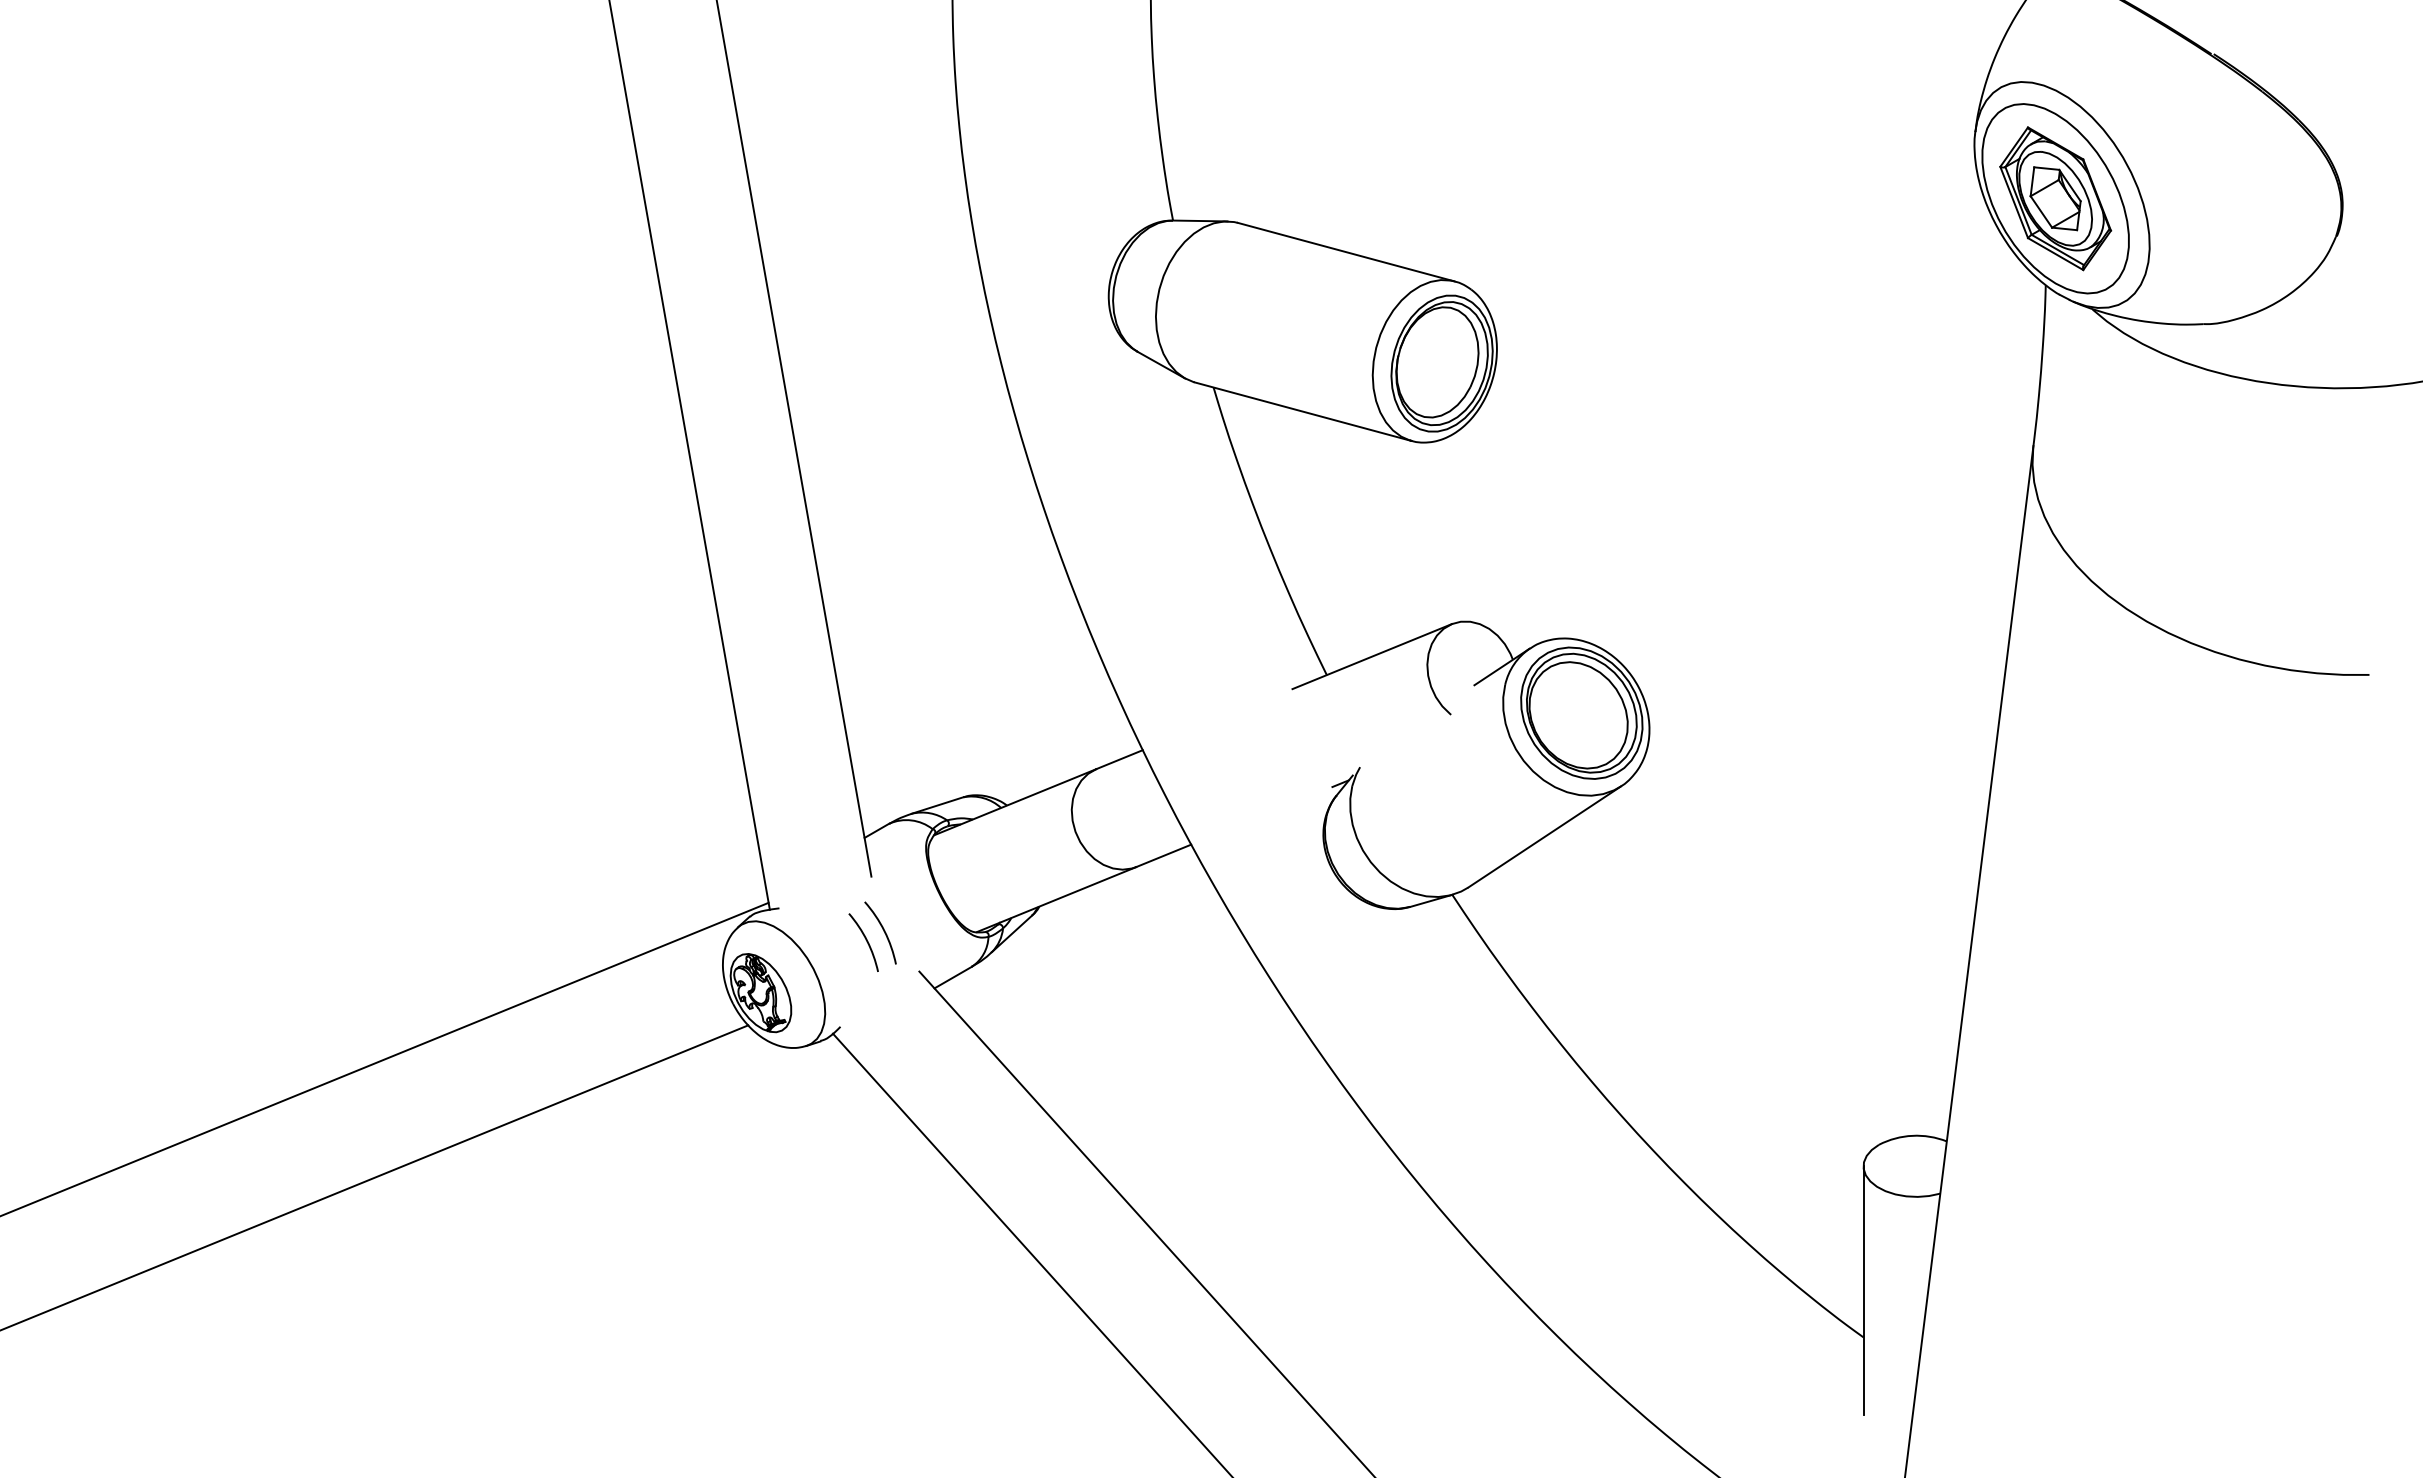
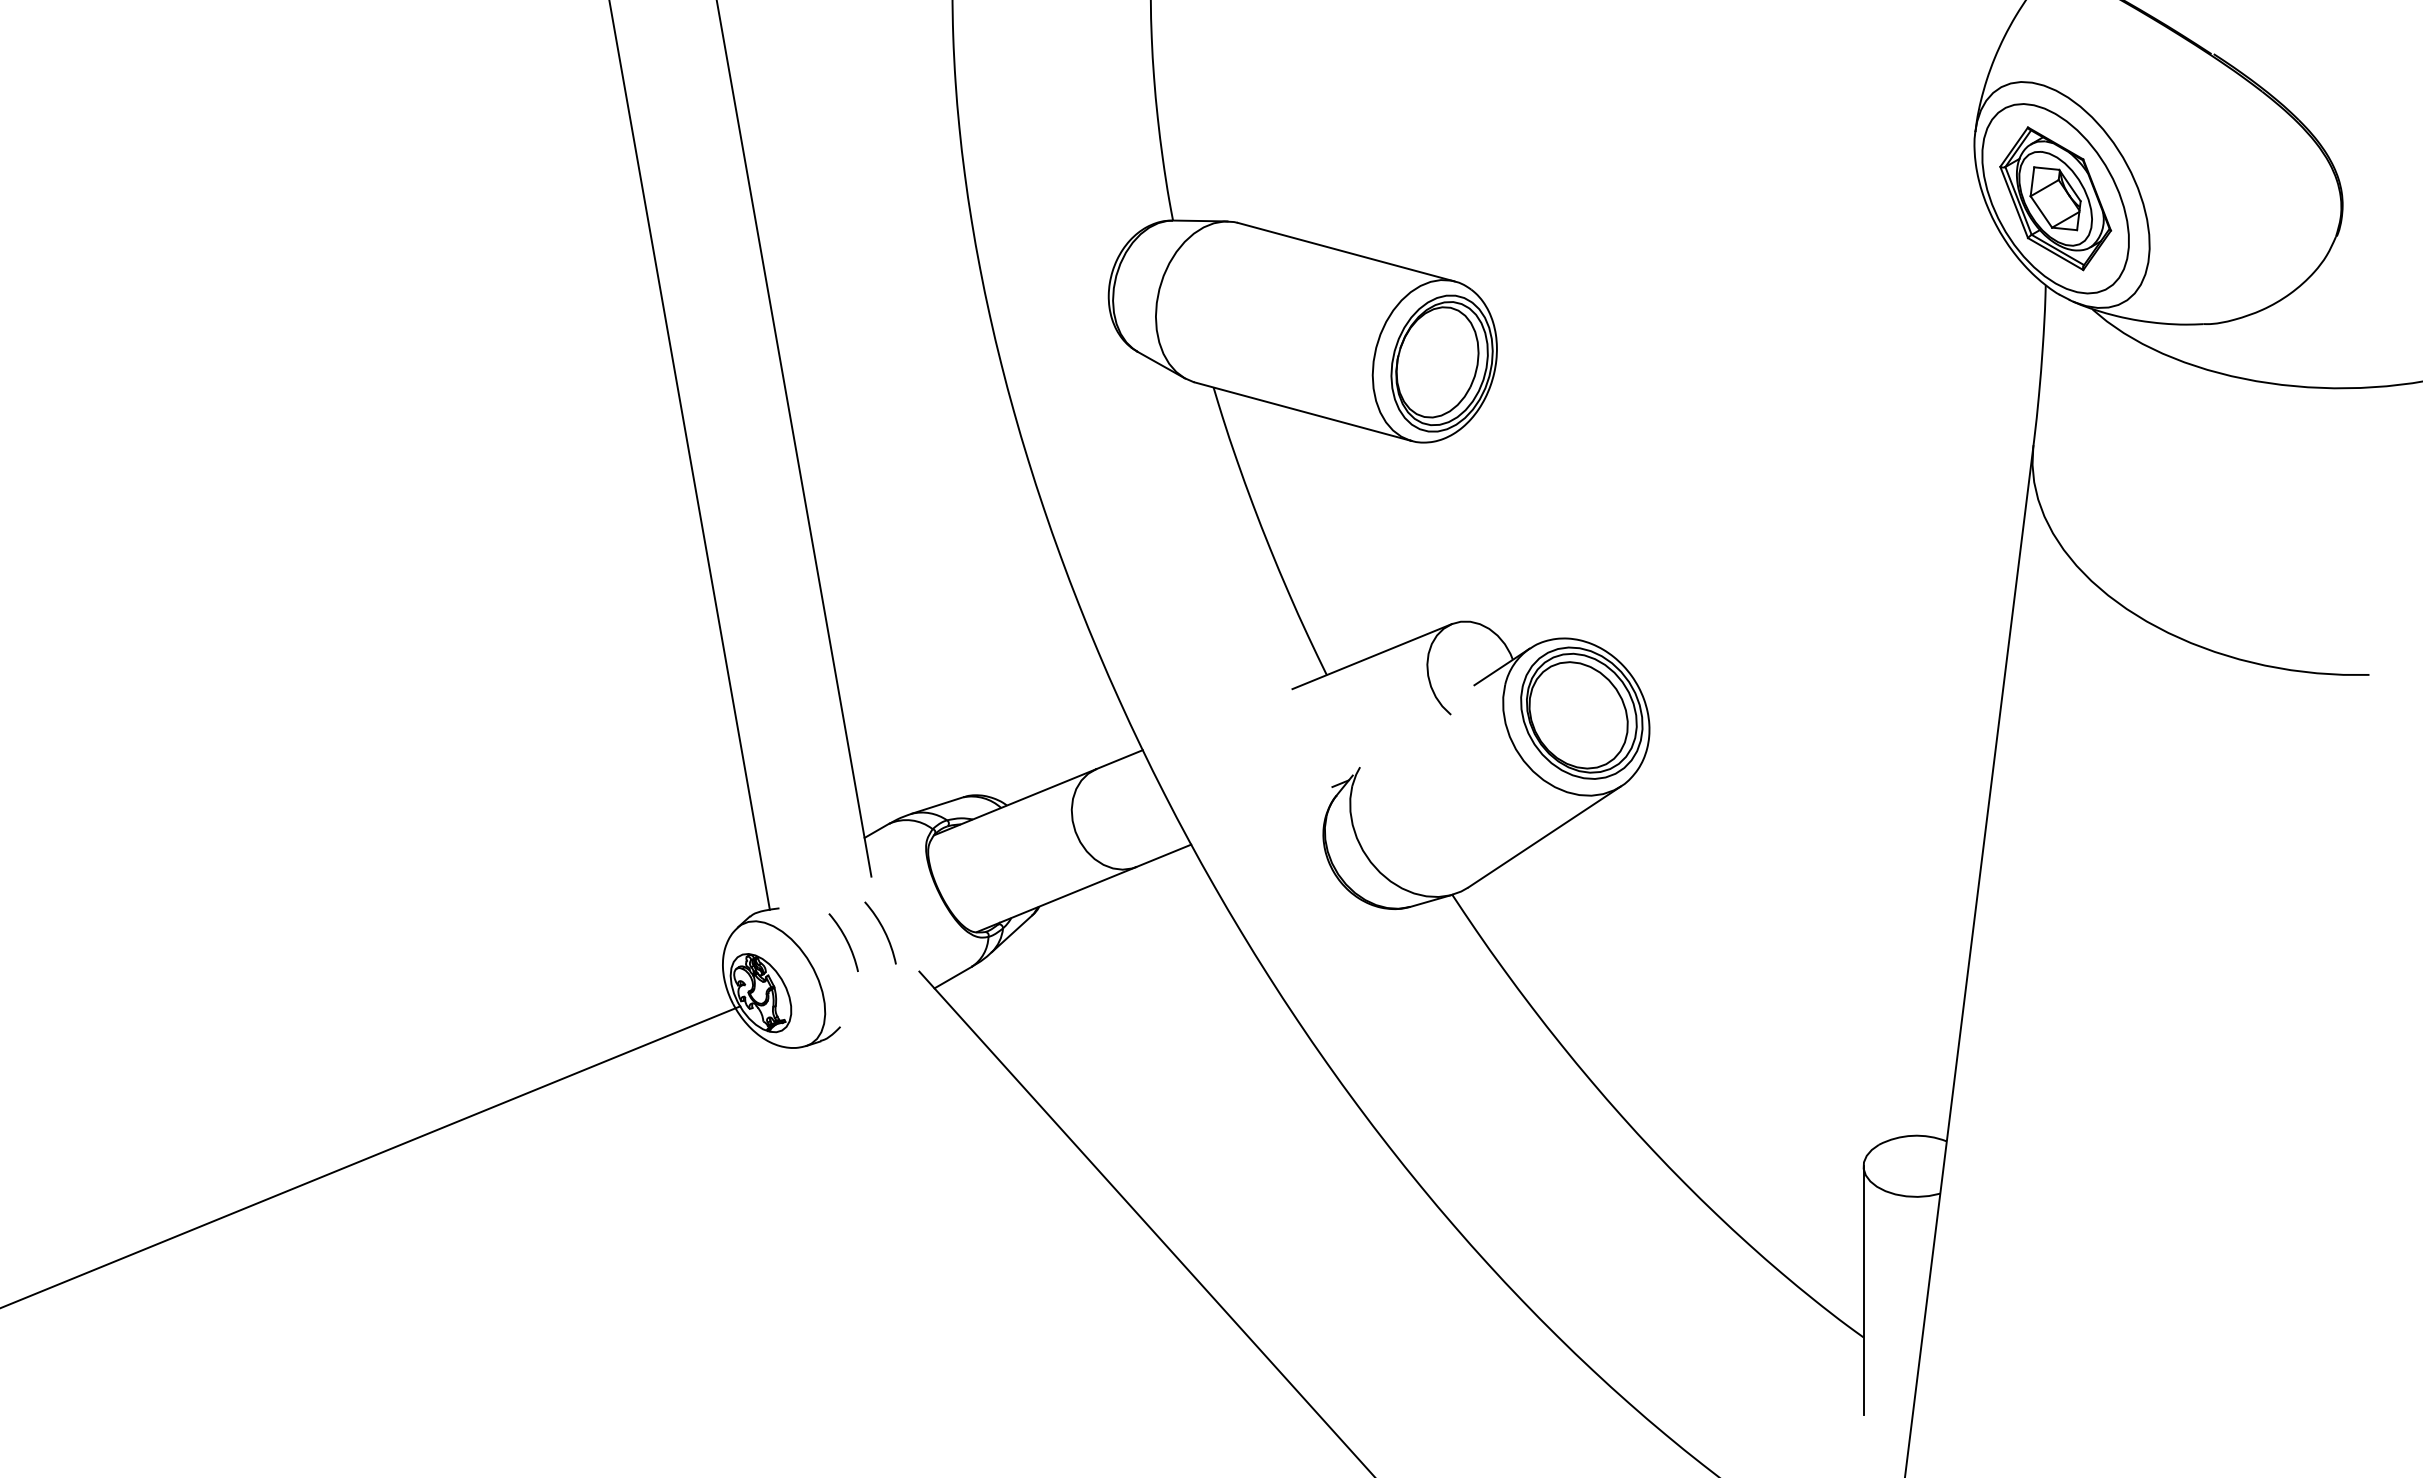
arc at (865, 940) position: (865, 940) -> (845, 940)
line at (385, 1058): present -> none
line at (375, 1177) position: (375, 1177) -> (371, 1156)
line at (1031, 1253): present -> none
